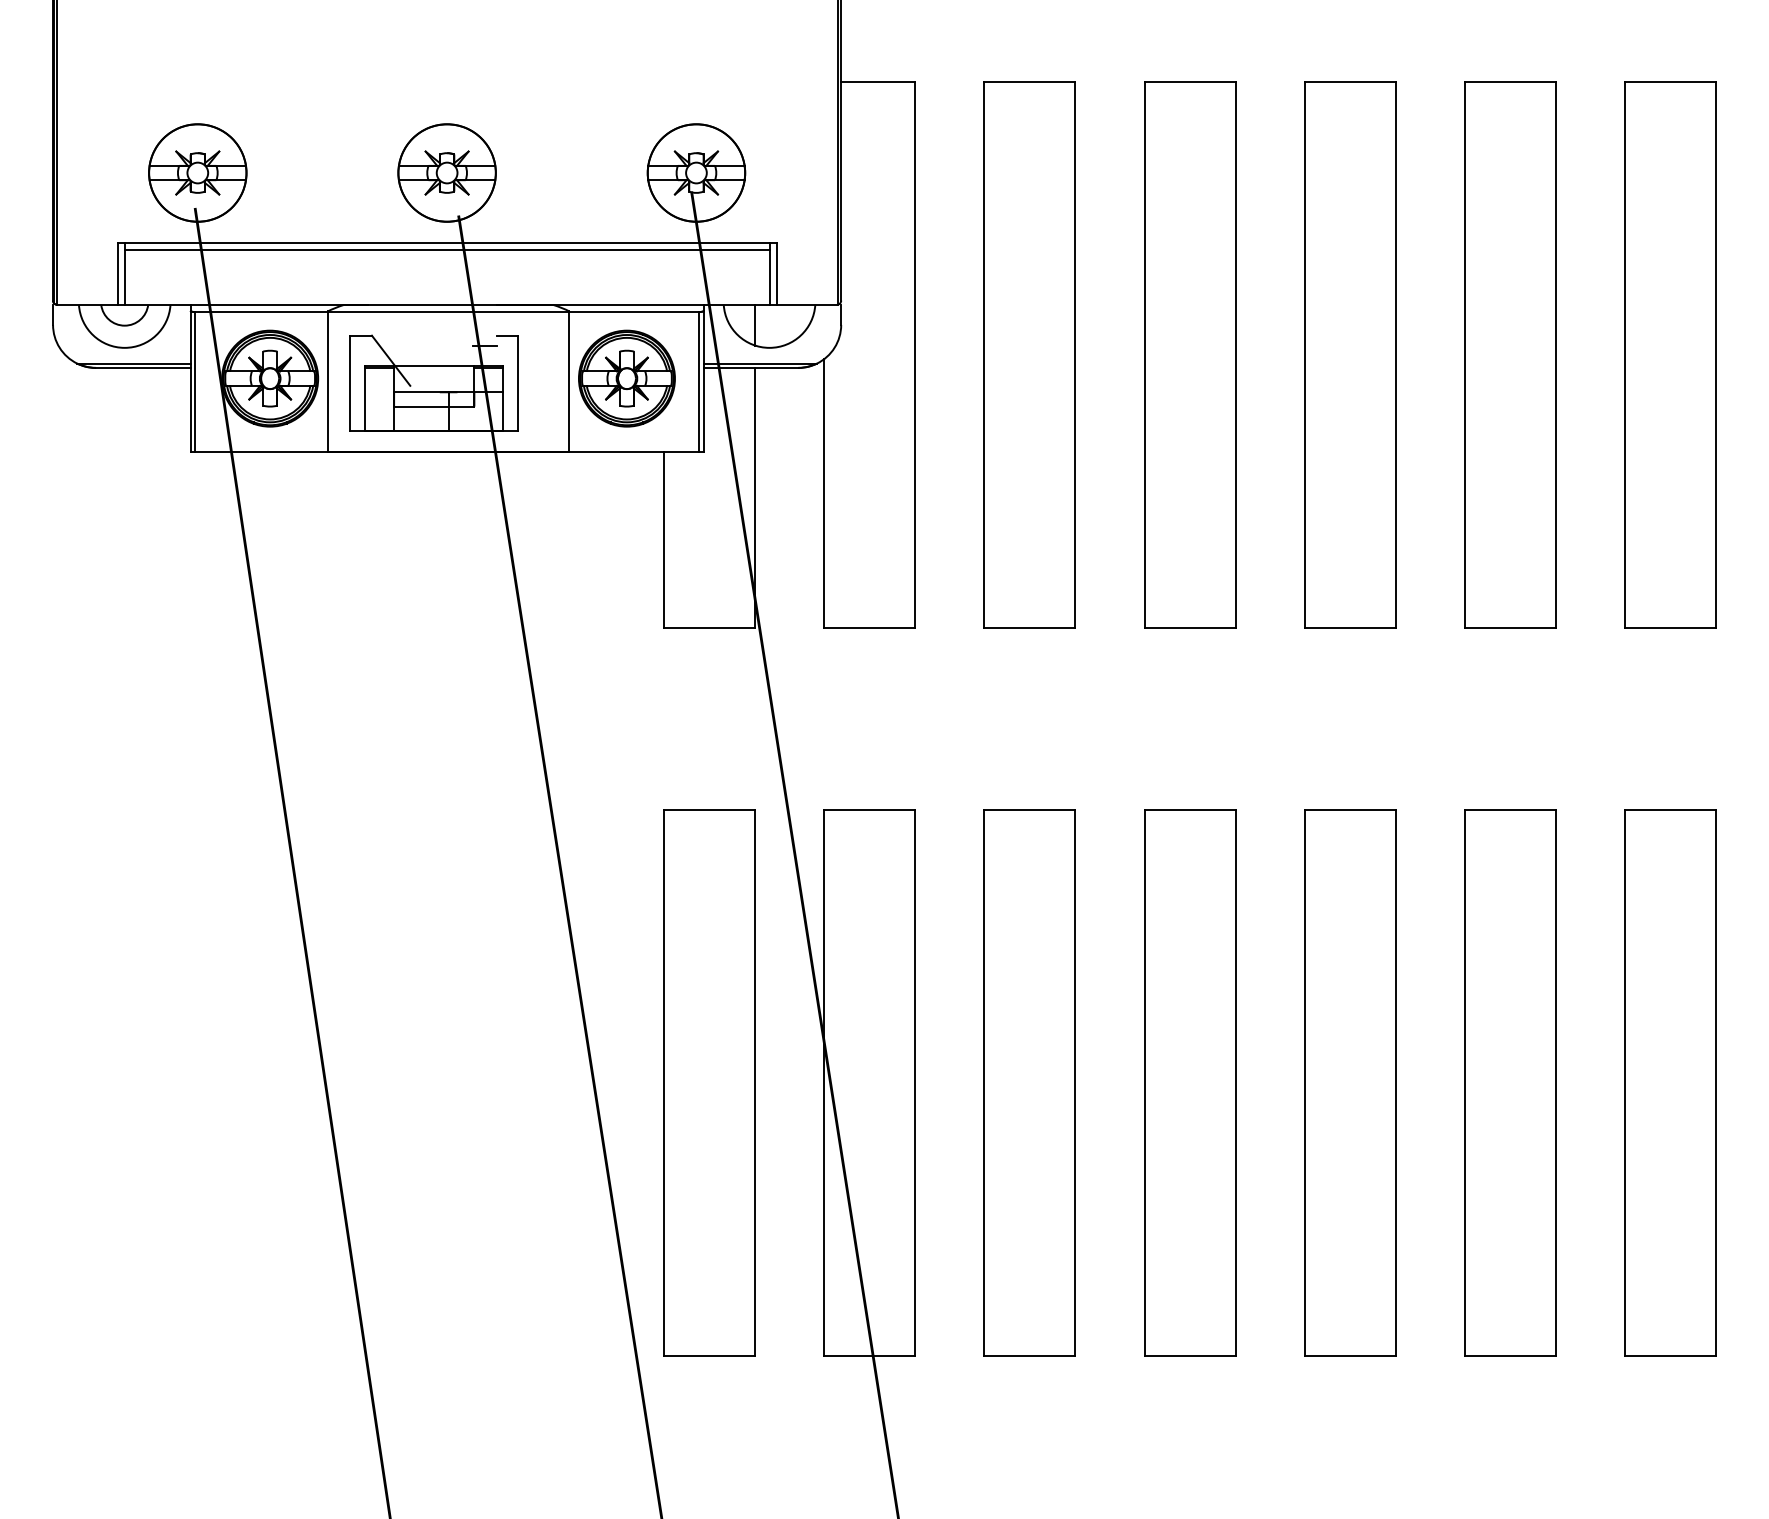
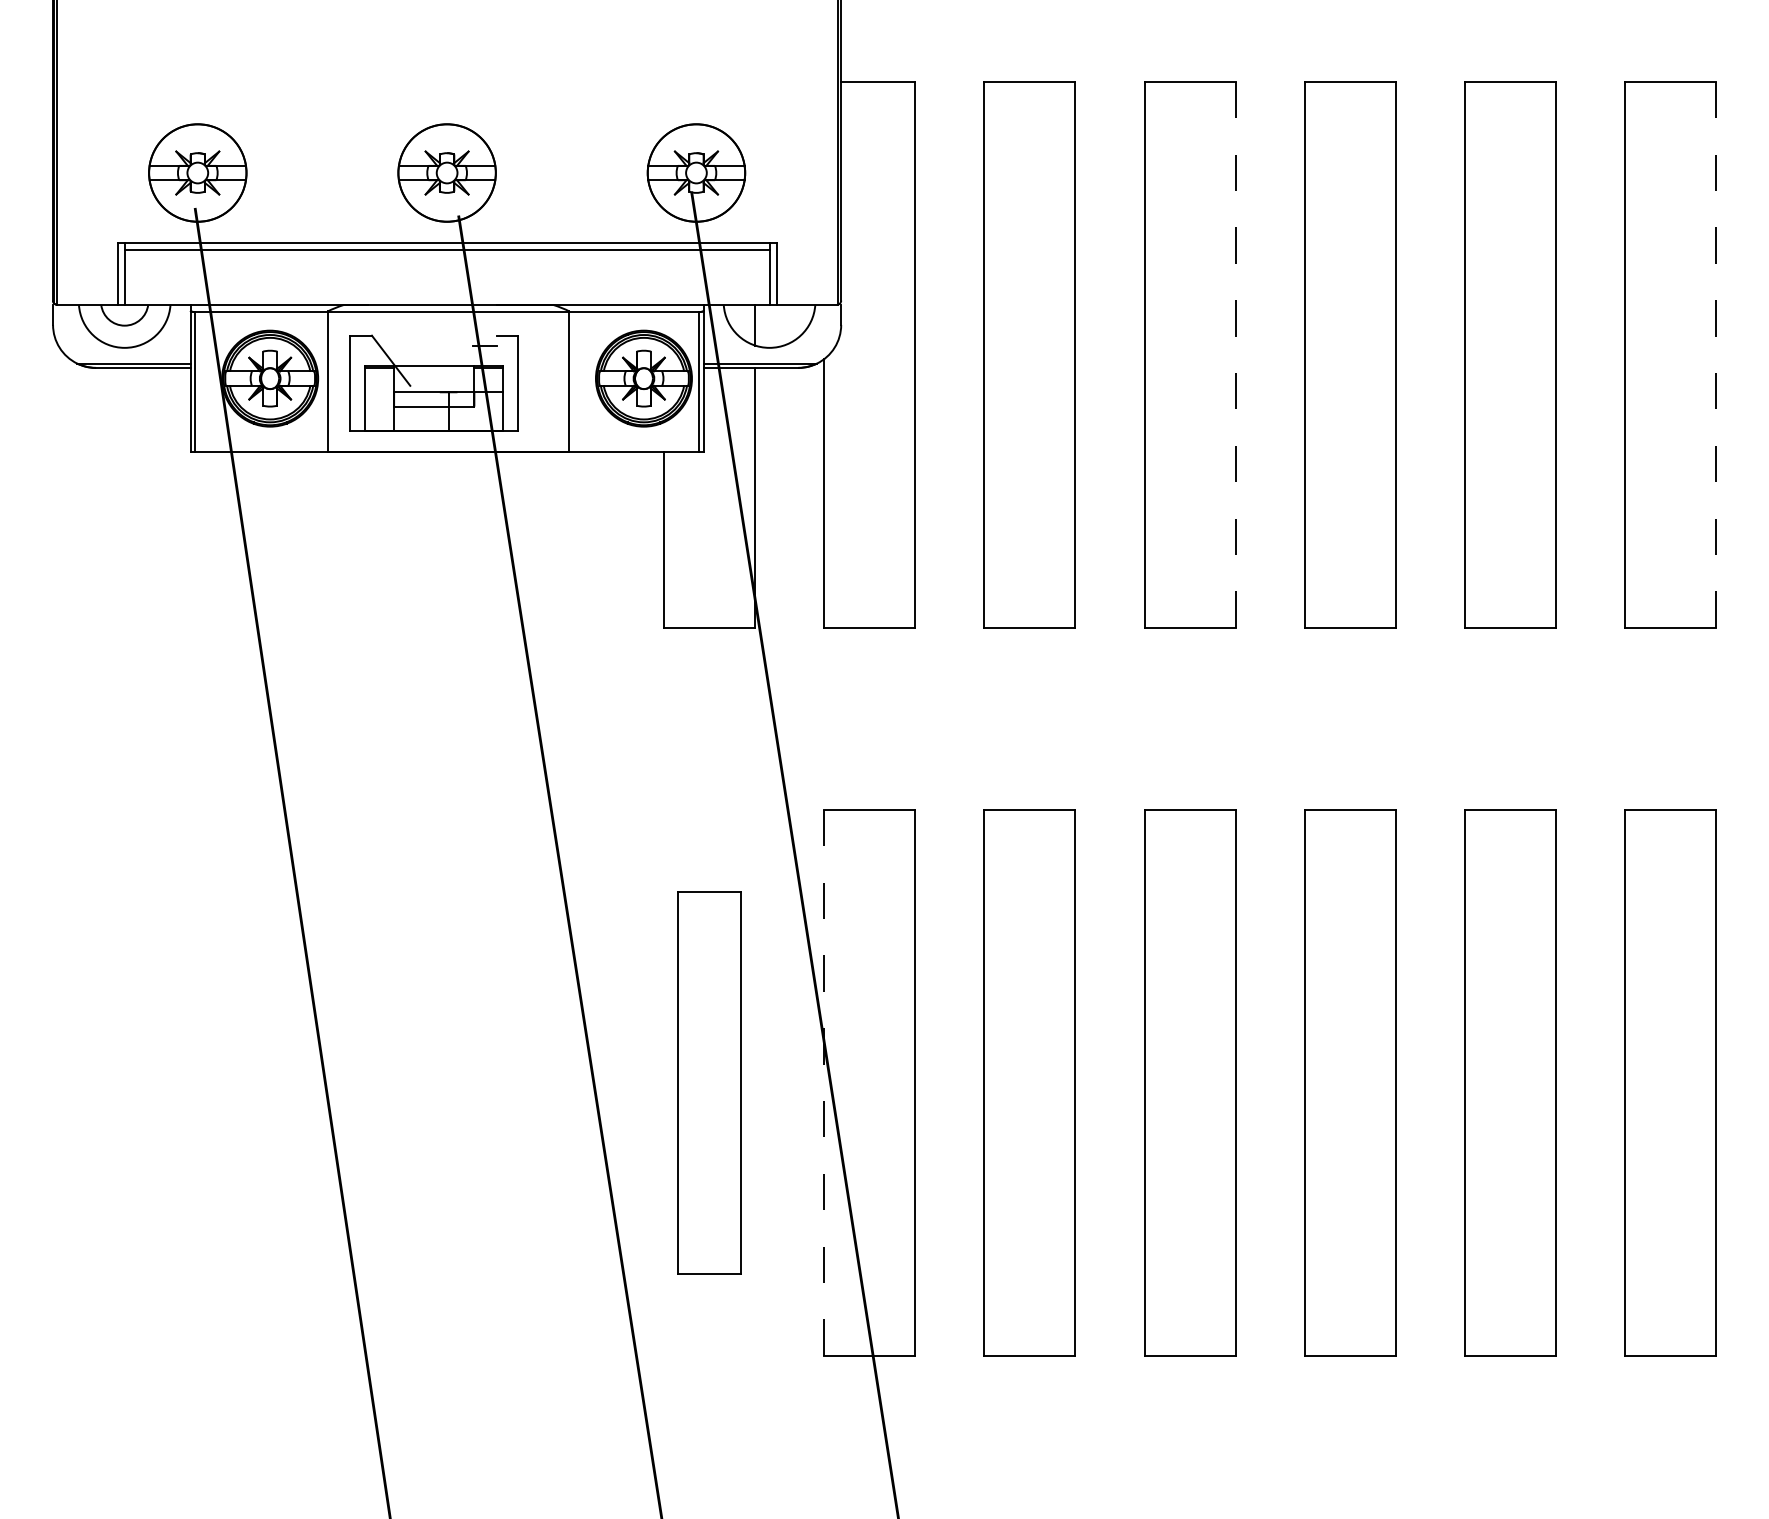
line at (1235, 354): solid -> dashed
line at (1715, 354): solid -> dashed
part at (626, 378) position: (626, 378) -> (643, 378)
part at (709, 1082) size: 93x548 px -> 65x384 px
line at (824, 1082): solid -> dashed
